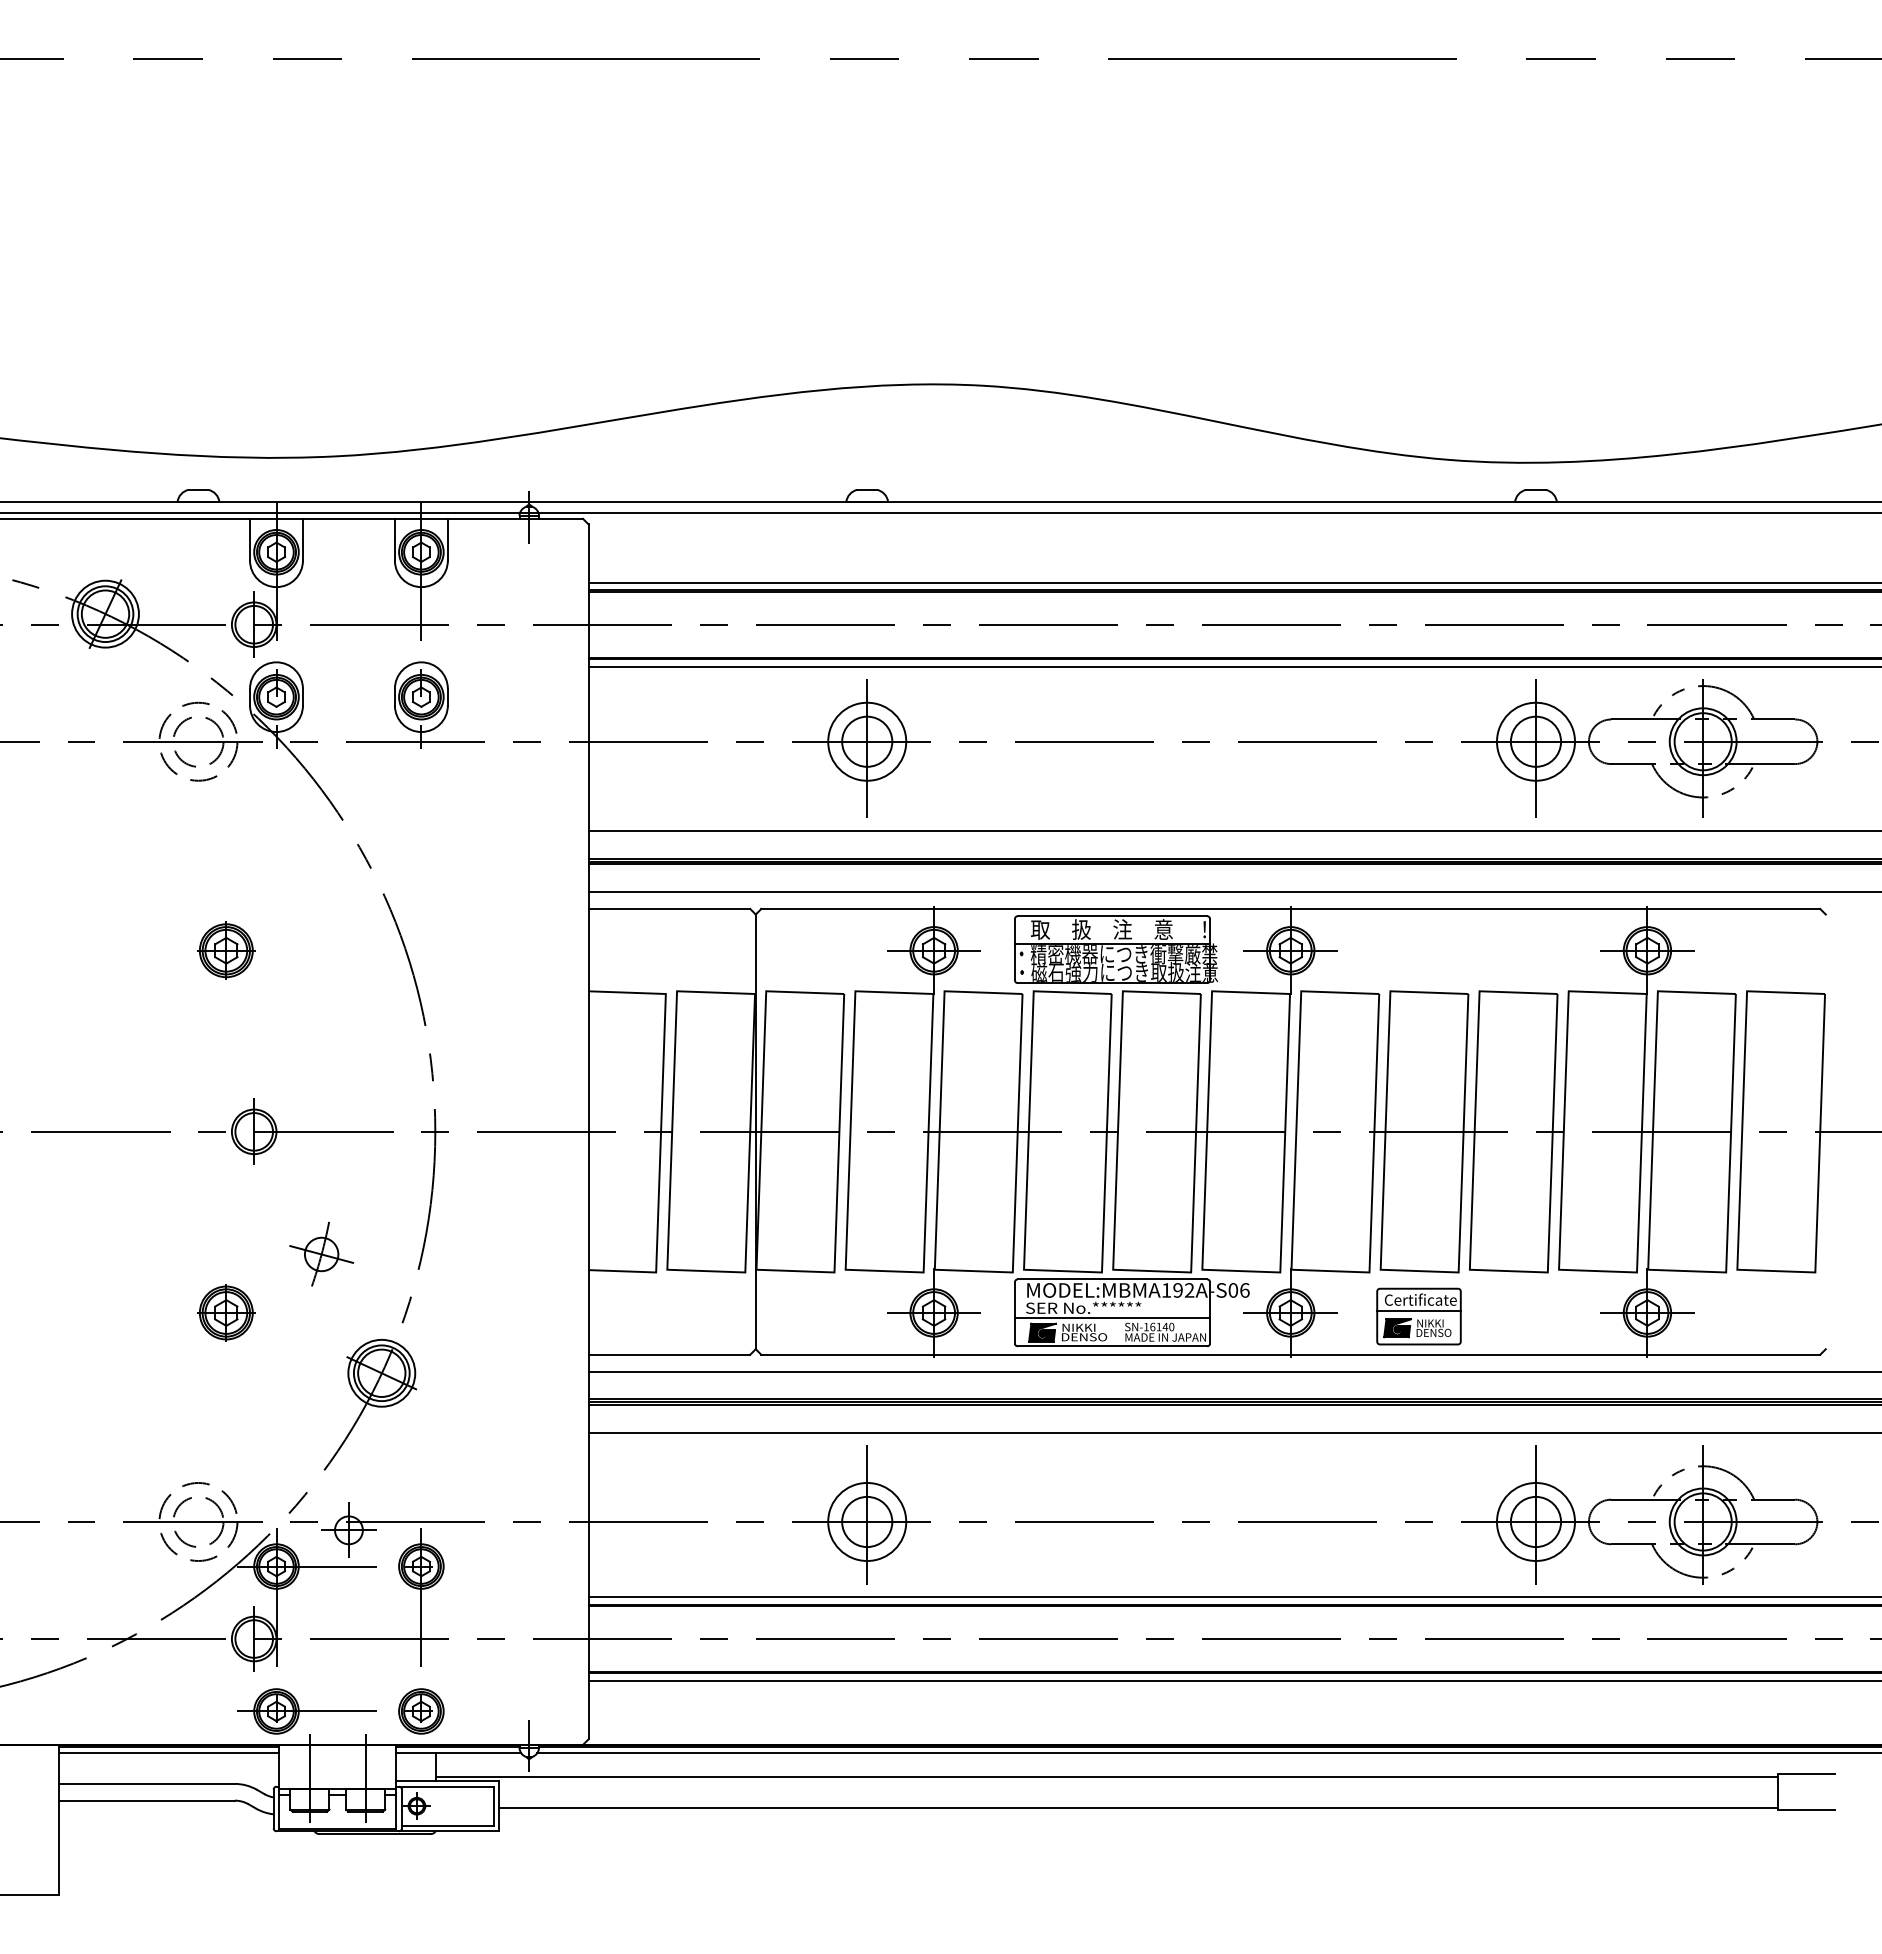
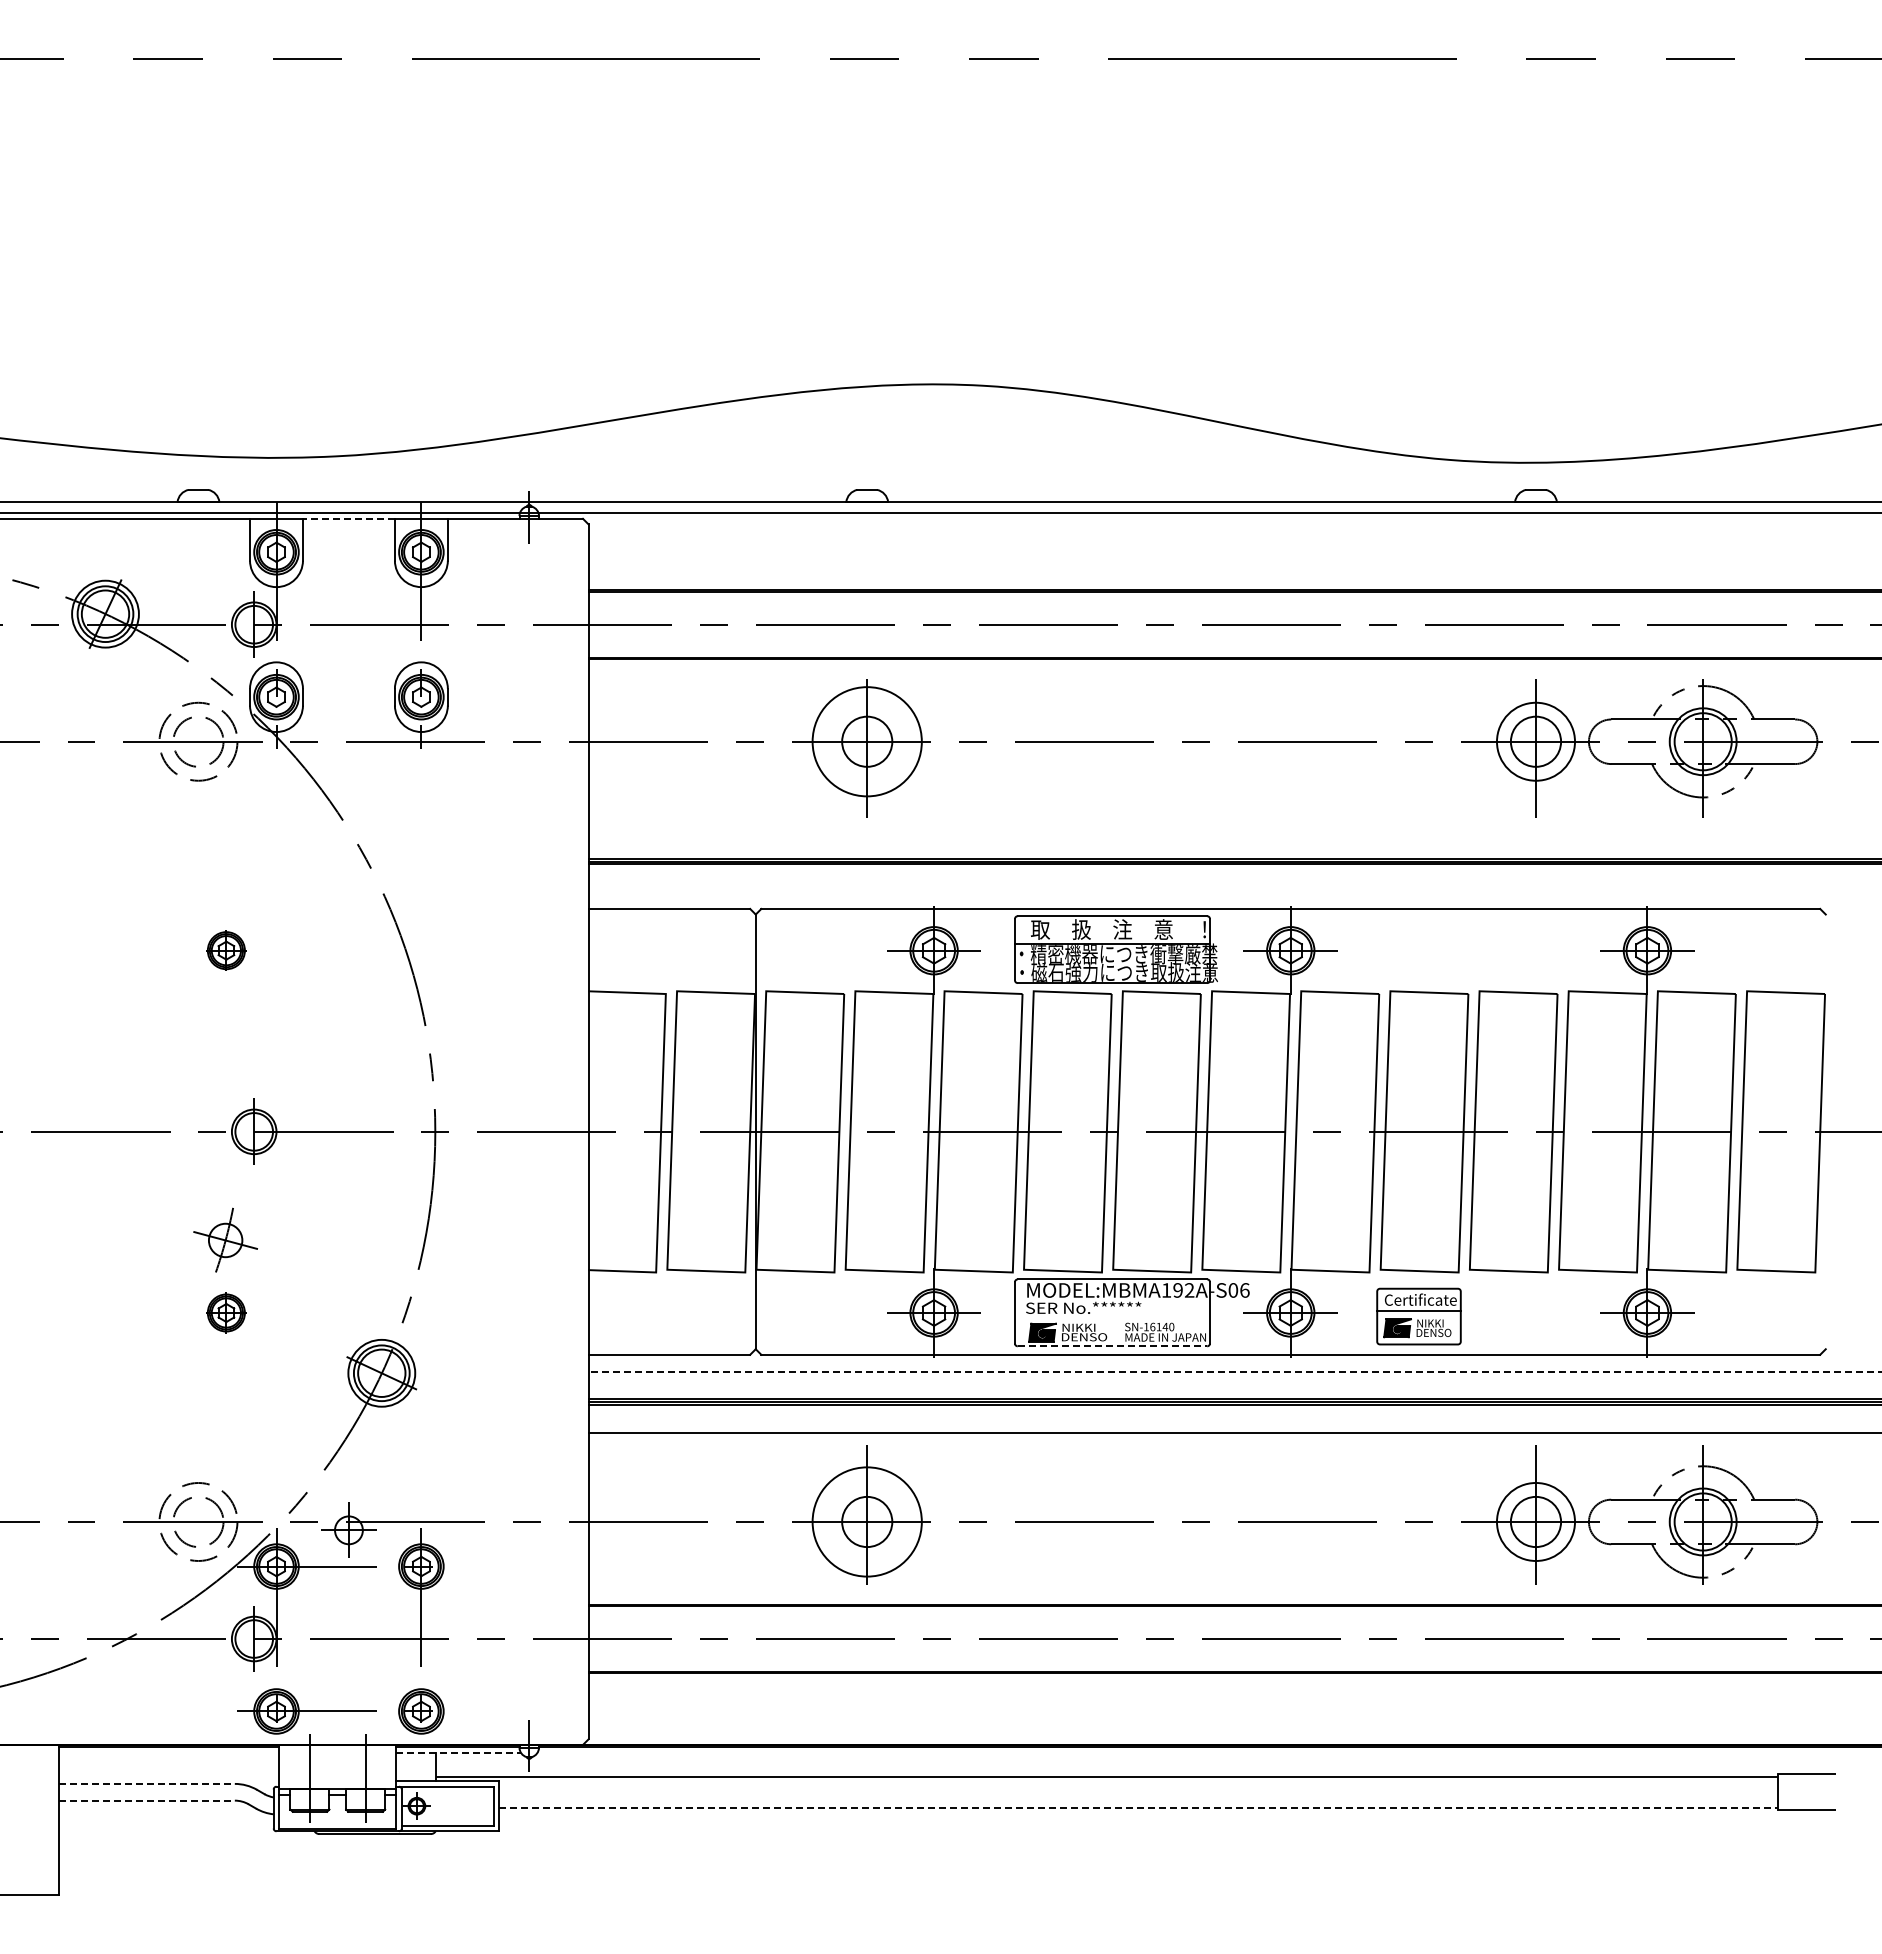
line at (348, 518): solid -> dashed
line at (1233, 582): present -> none
line at (1233, 666): present -> none
circle at (867, 741) diameter: 78 px -> 109 px
line at (1233, 830): present -> none
line at (1233, 892): present -> none
part at (226, 950) size: 59x59 px -> 41x41 px
part at (321, 1253) position: (321, 1253) -> (225, 1239)
part at (226, 1312) size: 59x58 px -> 41x42 px
line at (1112, 1318): present -> none
line at (1112, 1346): solid -> dashed
line at (1234, 1371): solid -> dashed
circle at (867, 1521) diameter: 78 px -> 109 px
line at (1233, 1597): present -> none
line at (1233, 1680): present -> none
line at (169, 1753): present -> none
line at (459, 1753): solid -> dashed
line at (1207, 1753): present -> none
line at (147, 1783): solid -> dashed
line at (147, 1800): solid -> dashed
line at (1139, 1807): solid -> dashed
